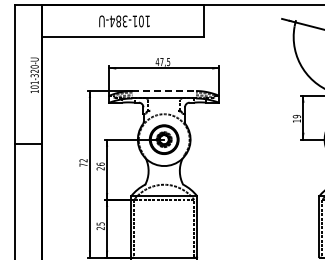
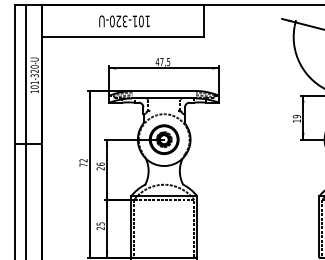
text at (115, 21): 101-384-U -> 101-320-U
line at (164, 91): dashed -> solid
line at (26, 130): none -> present
